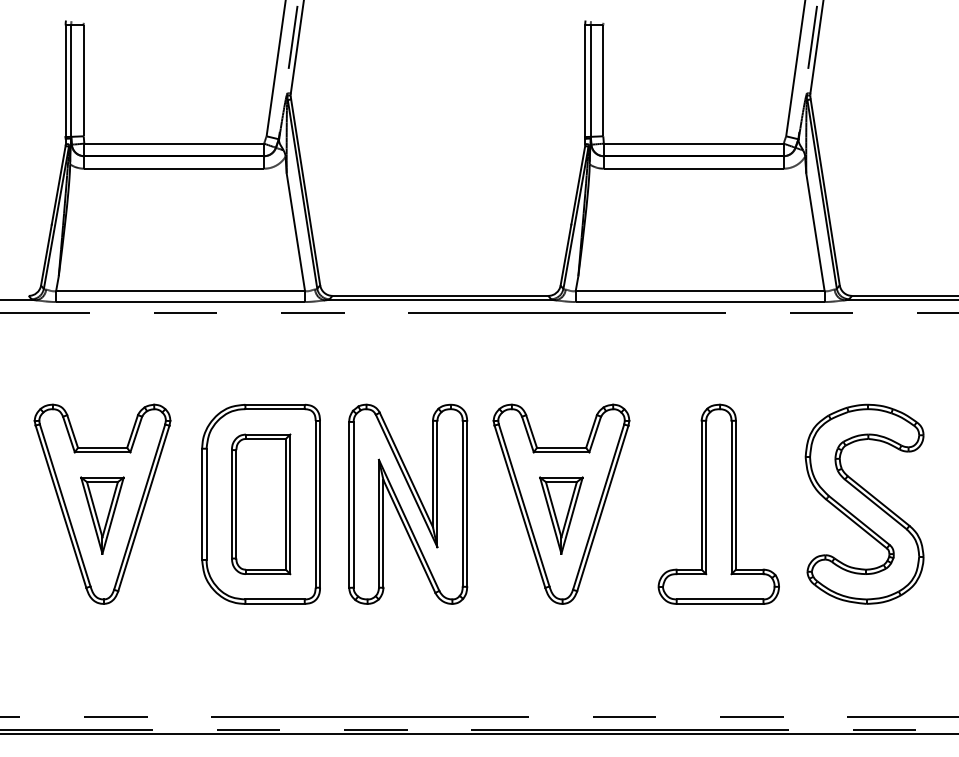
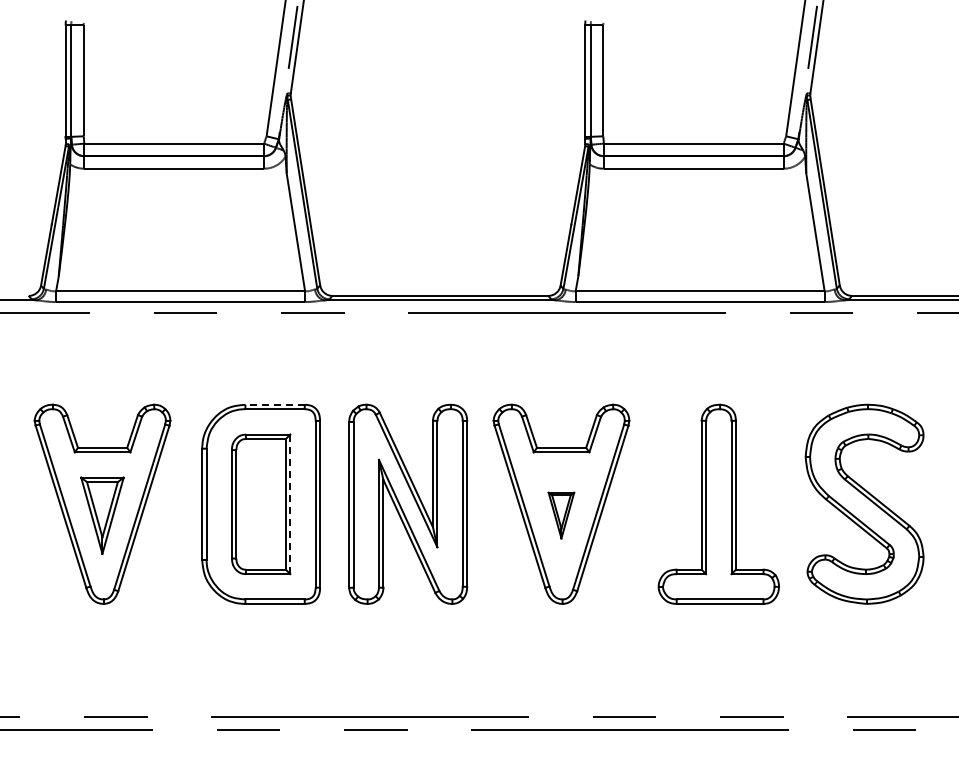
line at (275, 404): solid -> dashed
line at (290, 504): solid -> dashed
part at (561, 515) size: 45x79 px -> 29x49 px
line at (478, 734): present -> none
